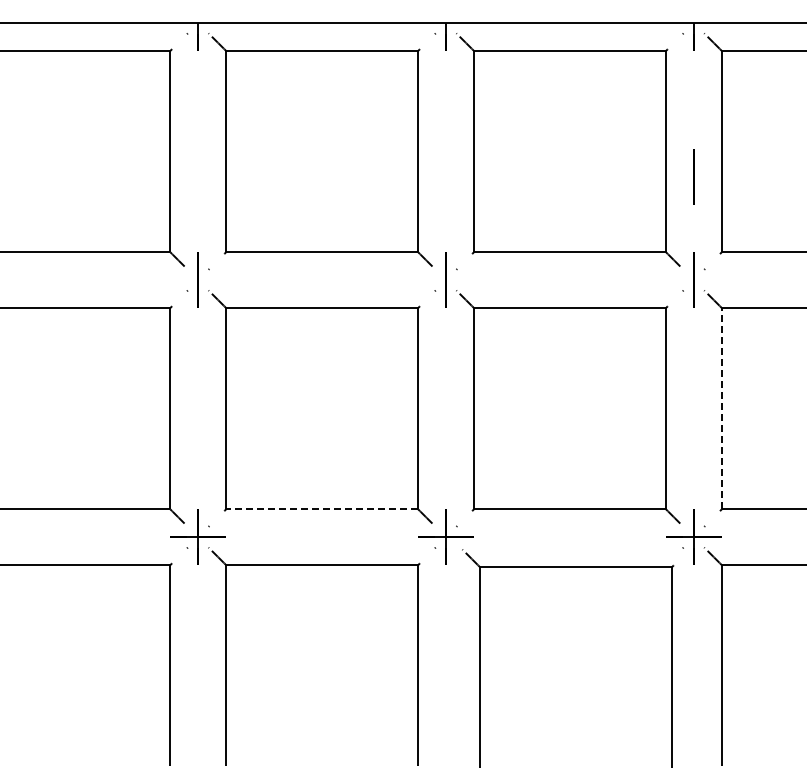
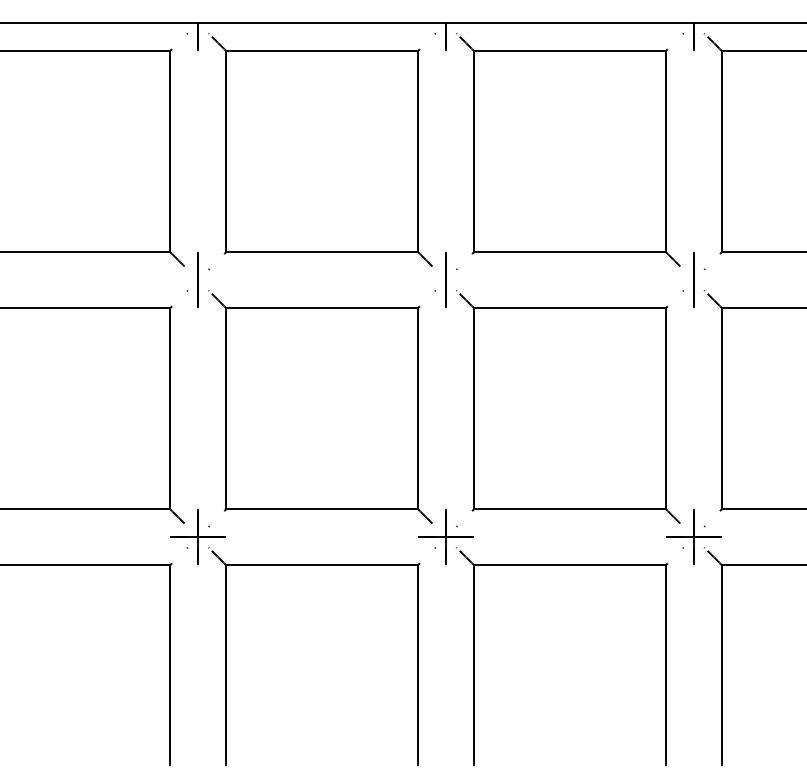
line at (693, 176): present -> none
line at (722, 408): dashed -> solid
line at (322, 509): dashed -> solid
part at (480, 658) position: (480, 658) -> (474, 656)
